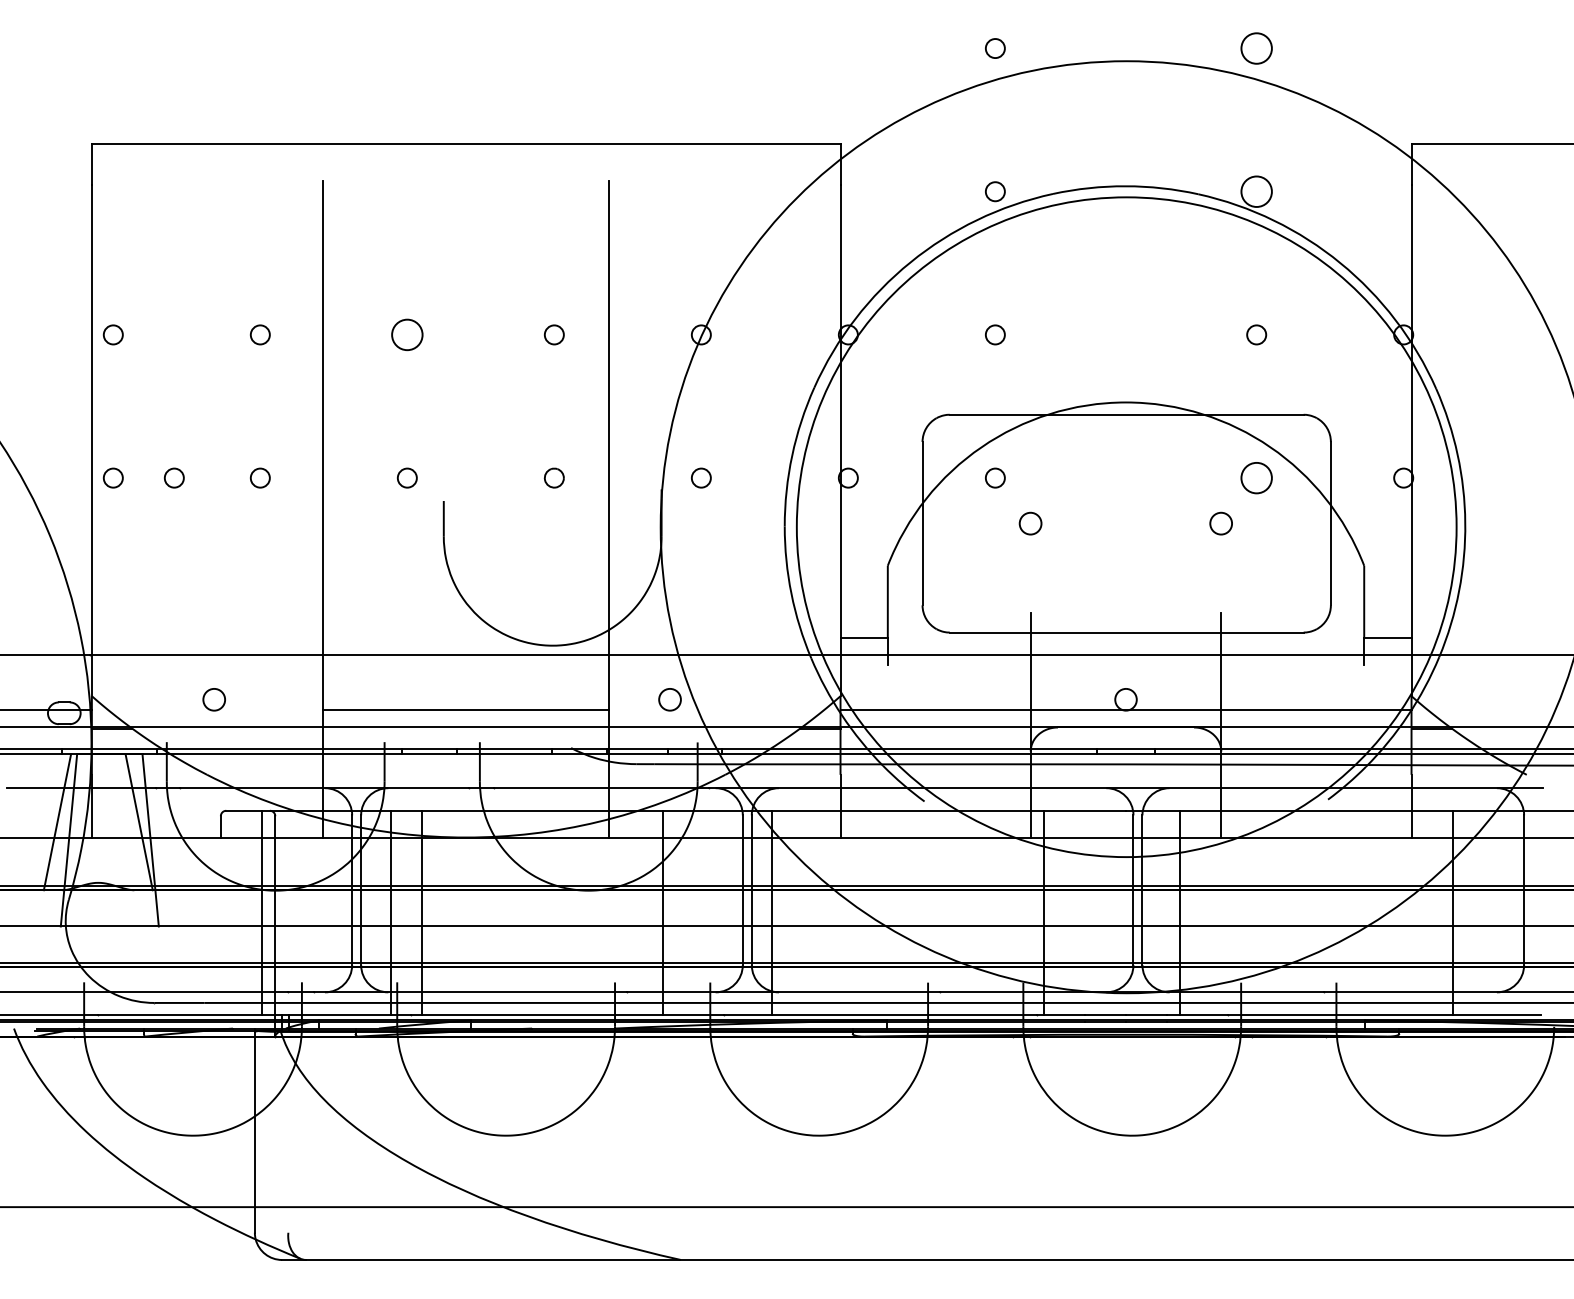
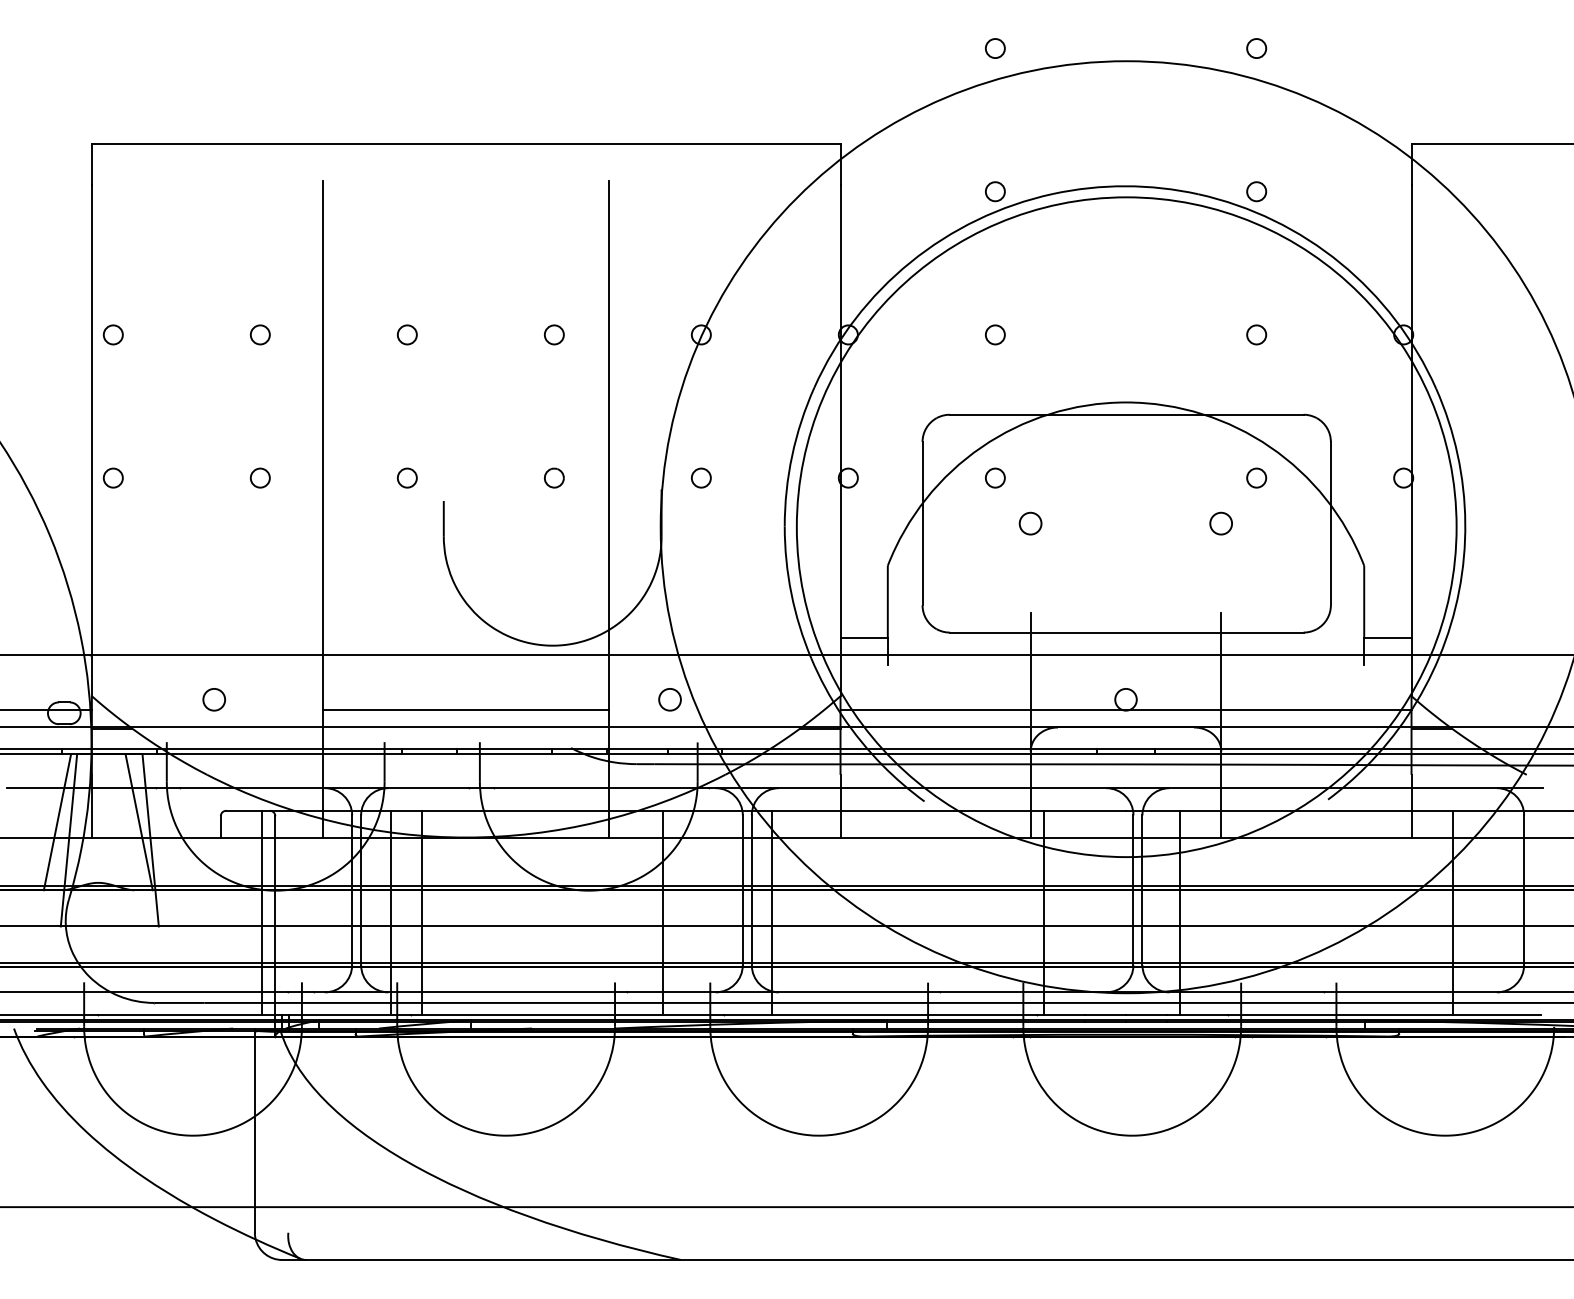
circle at (1256, 48) diameter: 30 px -> 19 px
circle at (1256, 191) diameter: 30 px -> 19 px
circle at (407, 334) diameter: 30 px -> 19 px
circle at (173, 477): present -> none
circle at (1256, 477) diameter: 30 px -> 19 px
